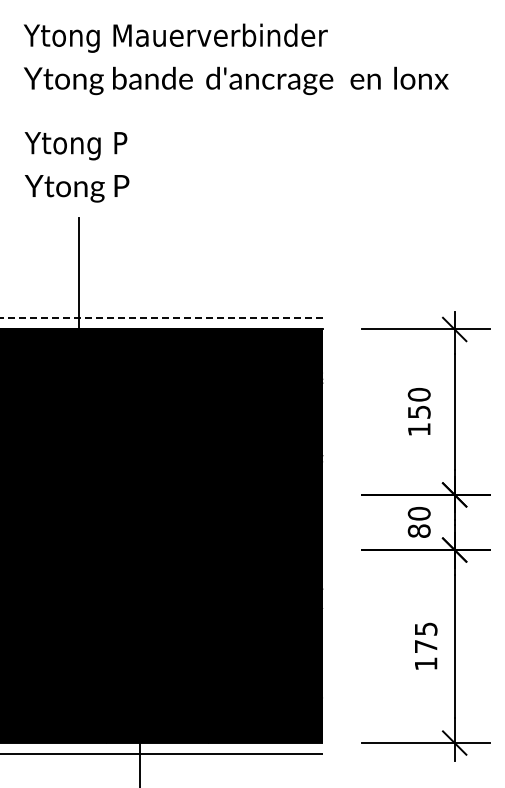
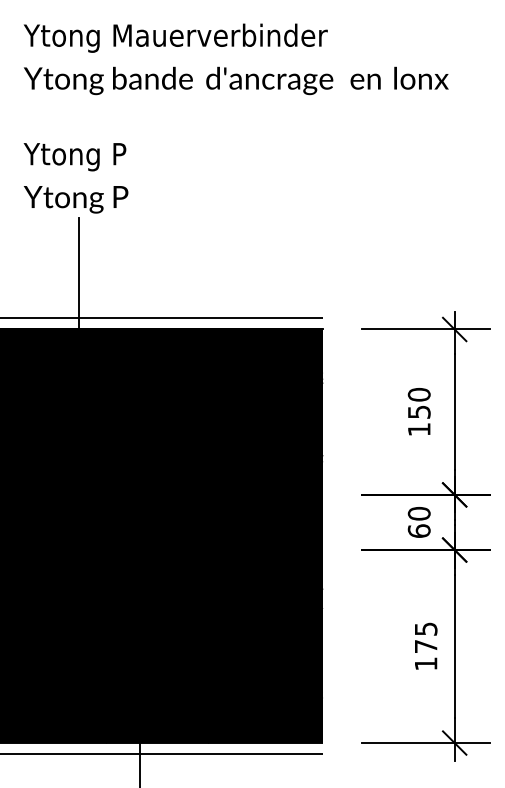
text at (76, 167) position: (76, 167) -> (75, 178)
line at (162, 318): dashed -> solid
text at (418, 530): 80 -> 60
